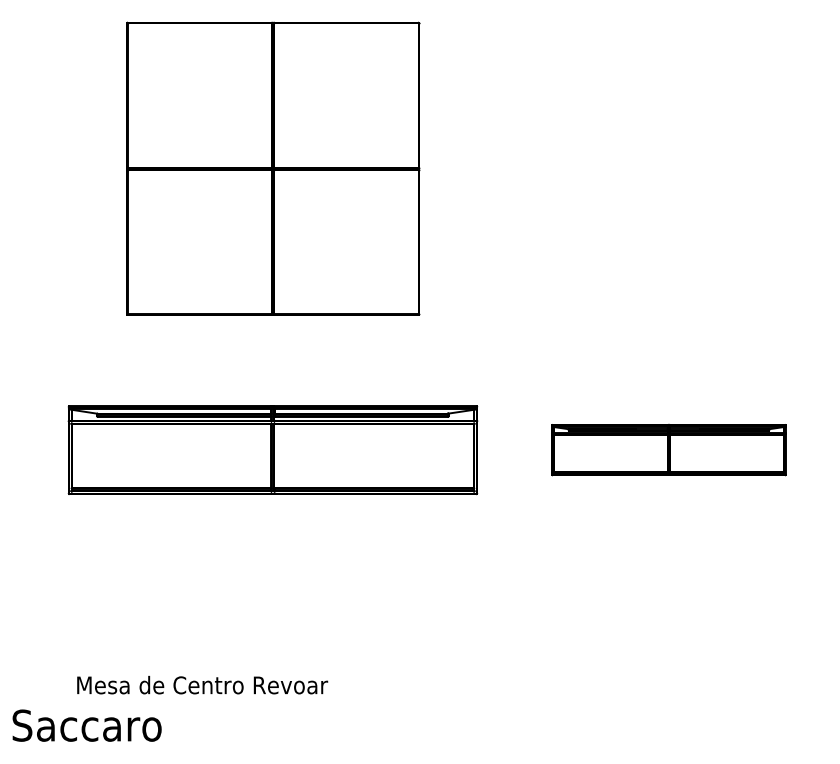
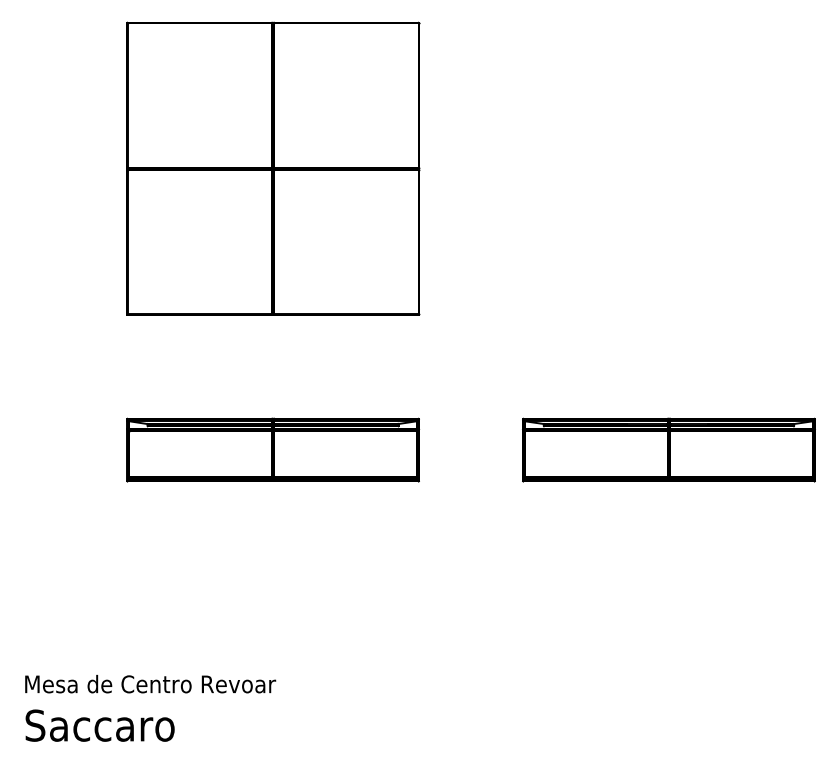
part at (668, 449) size: 236x54 px -> 294x66 px
part at (272, 450) size: 412x91 px -> 295x66 px
text at (202, 684) position: (202, 684) -> (150, 683)
text at (86, 725) position: (86, 725) -> (99, 725)
